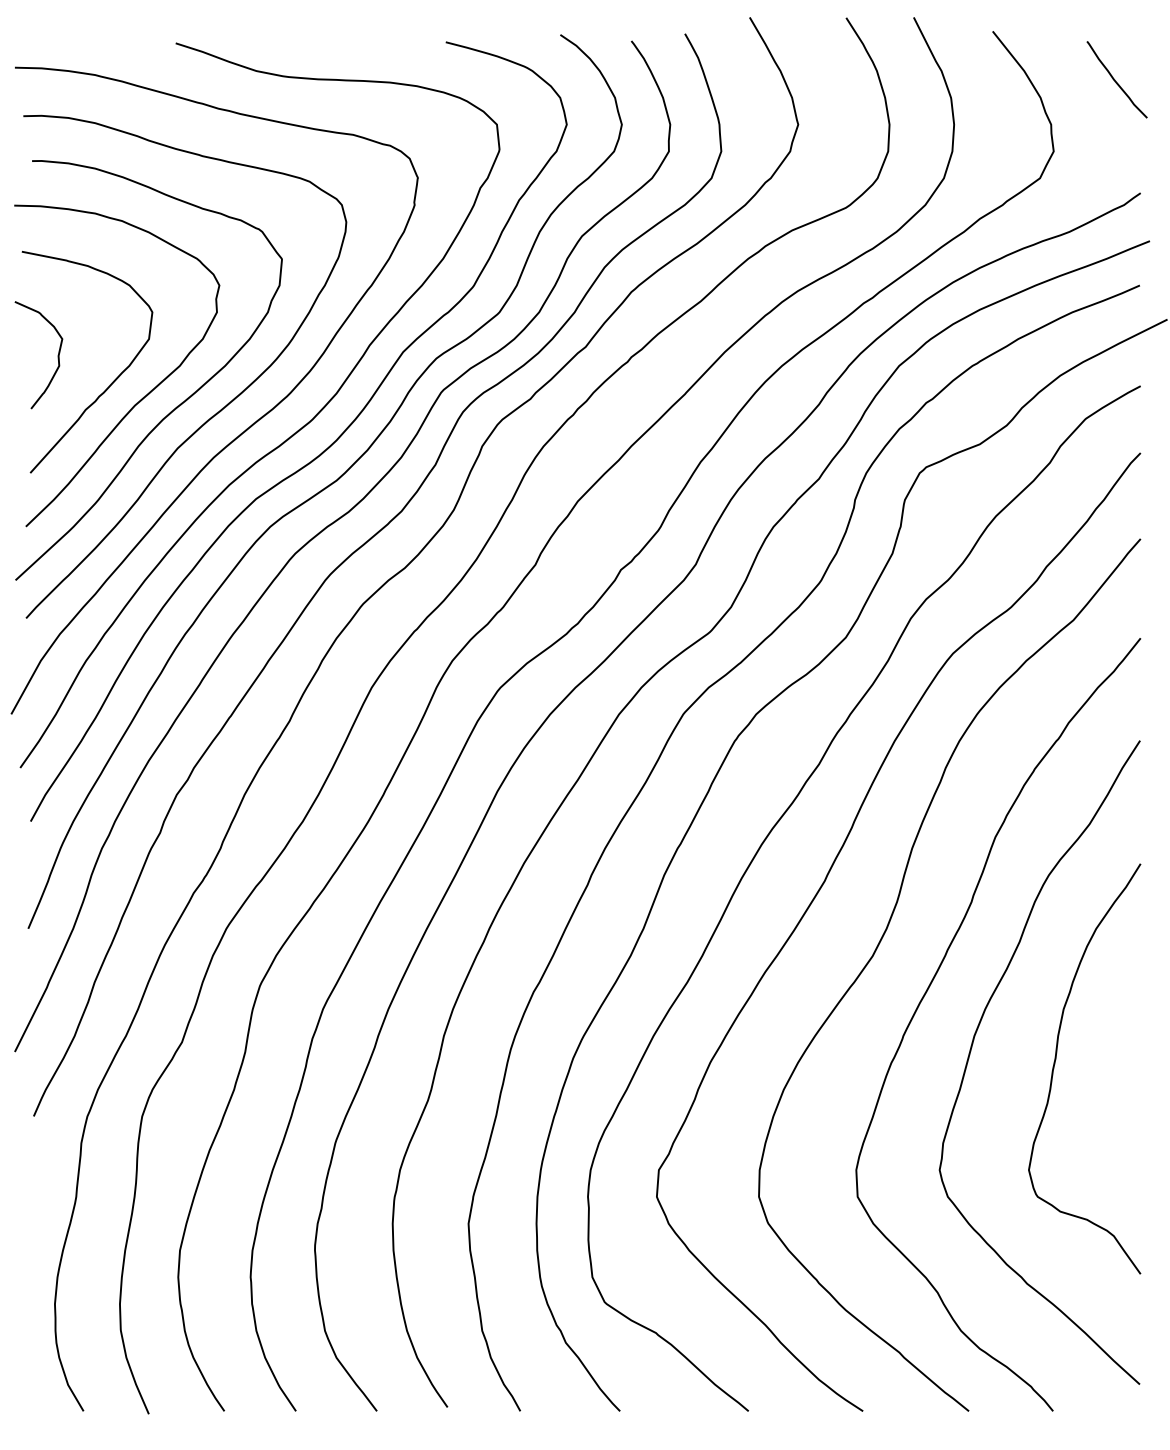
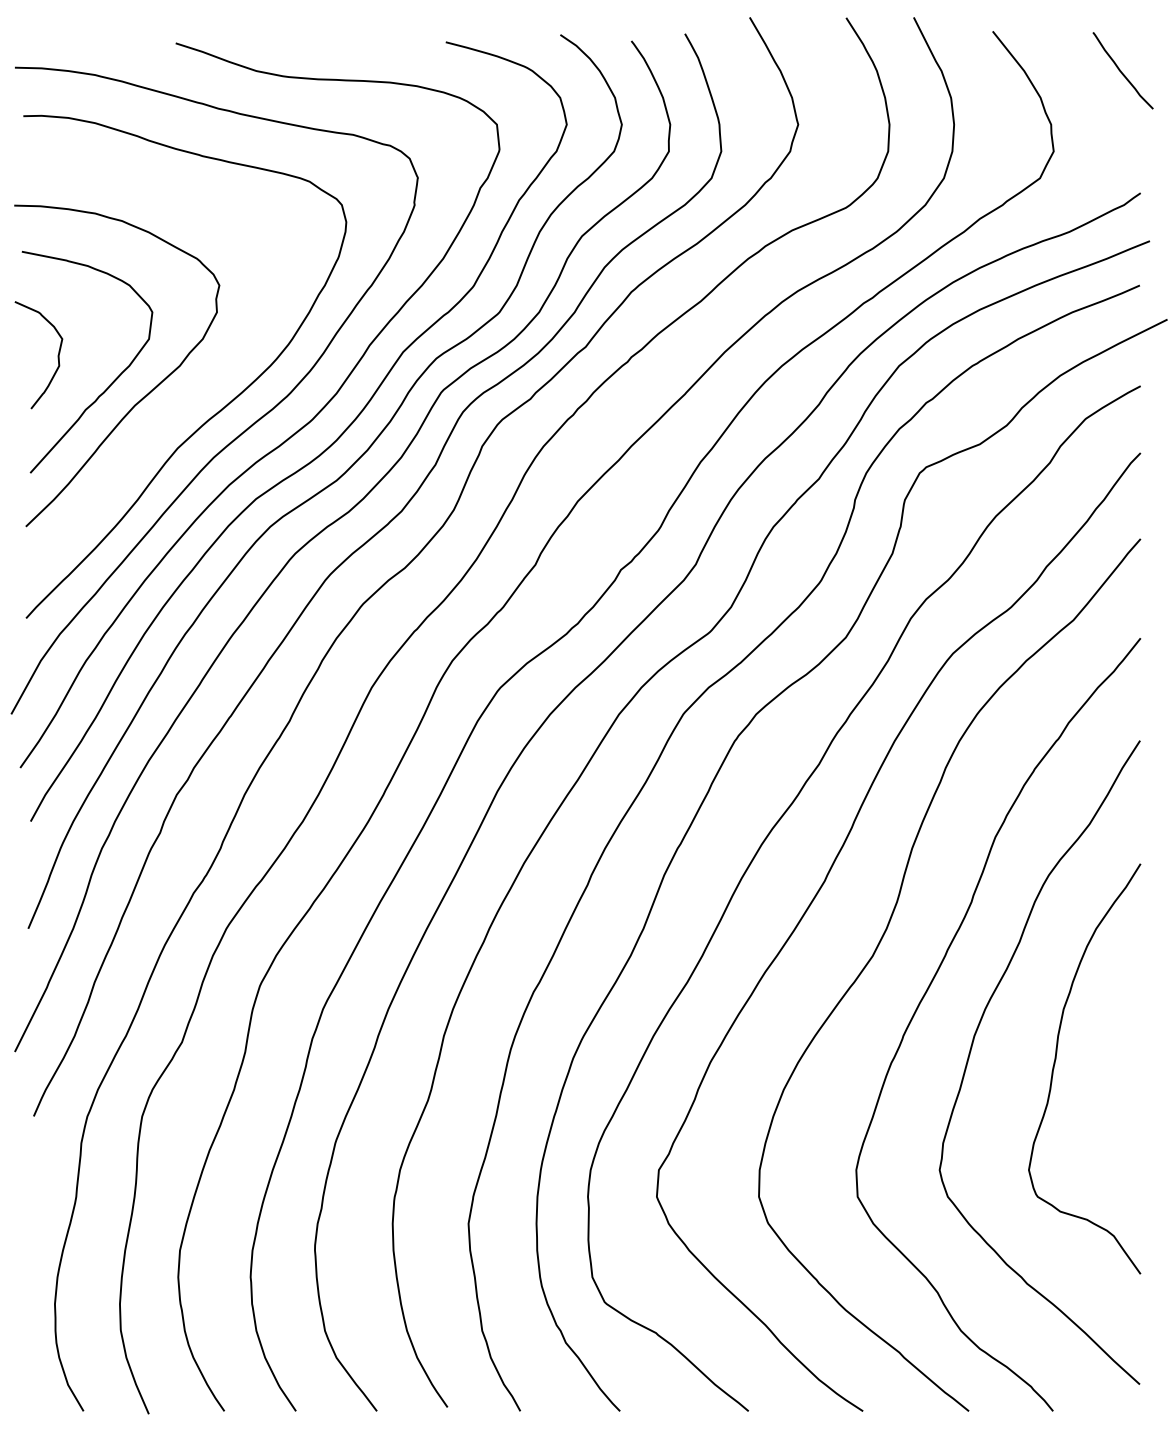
curve at (1115, 79) position: (1115, 79) -> (1121, 70)
curve at (177, 405): present -> none
